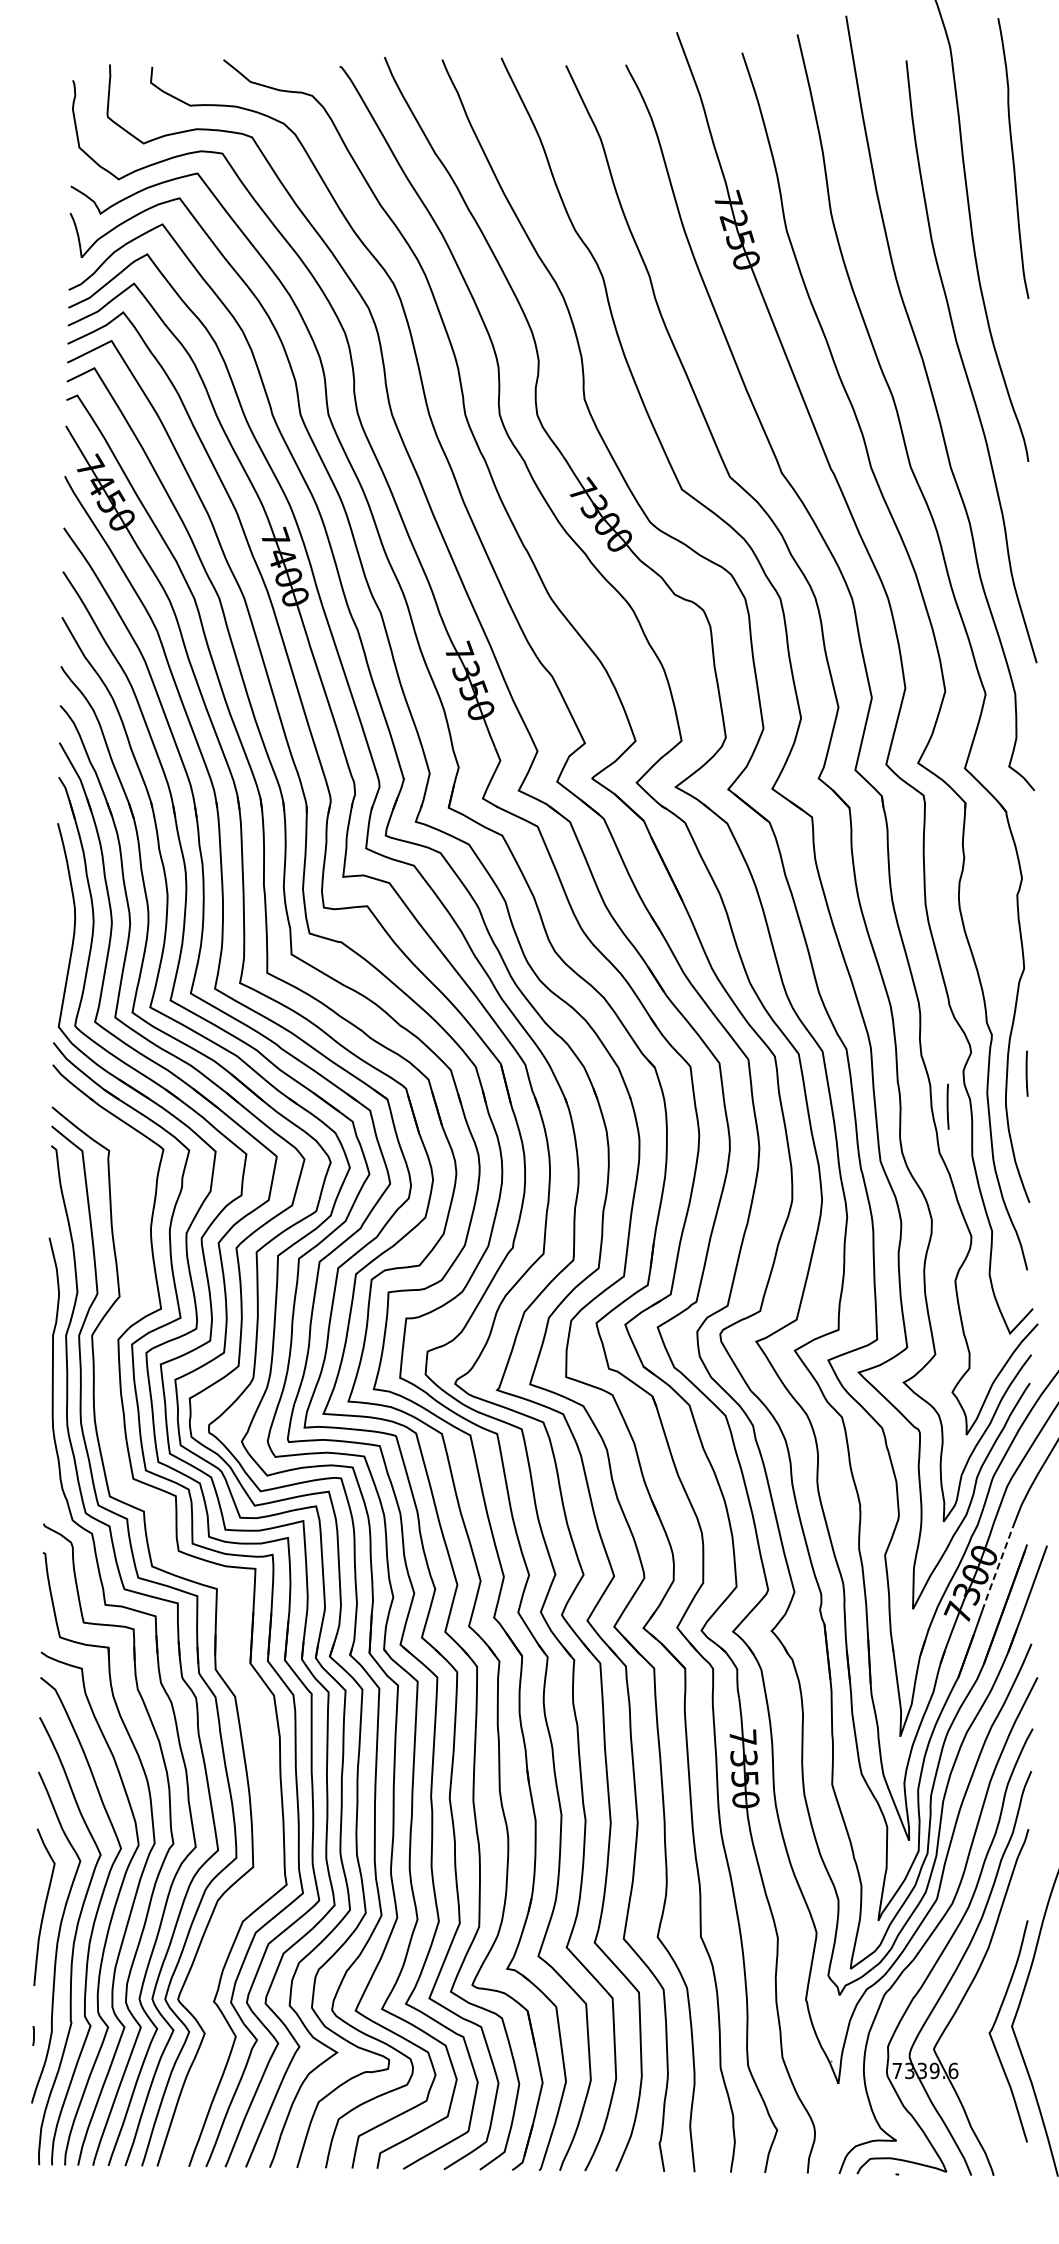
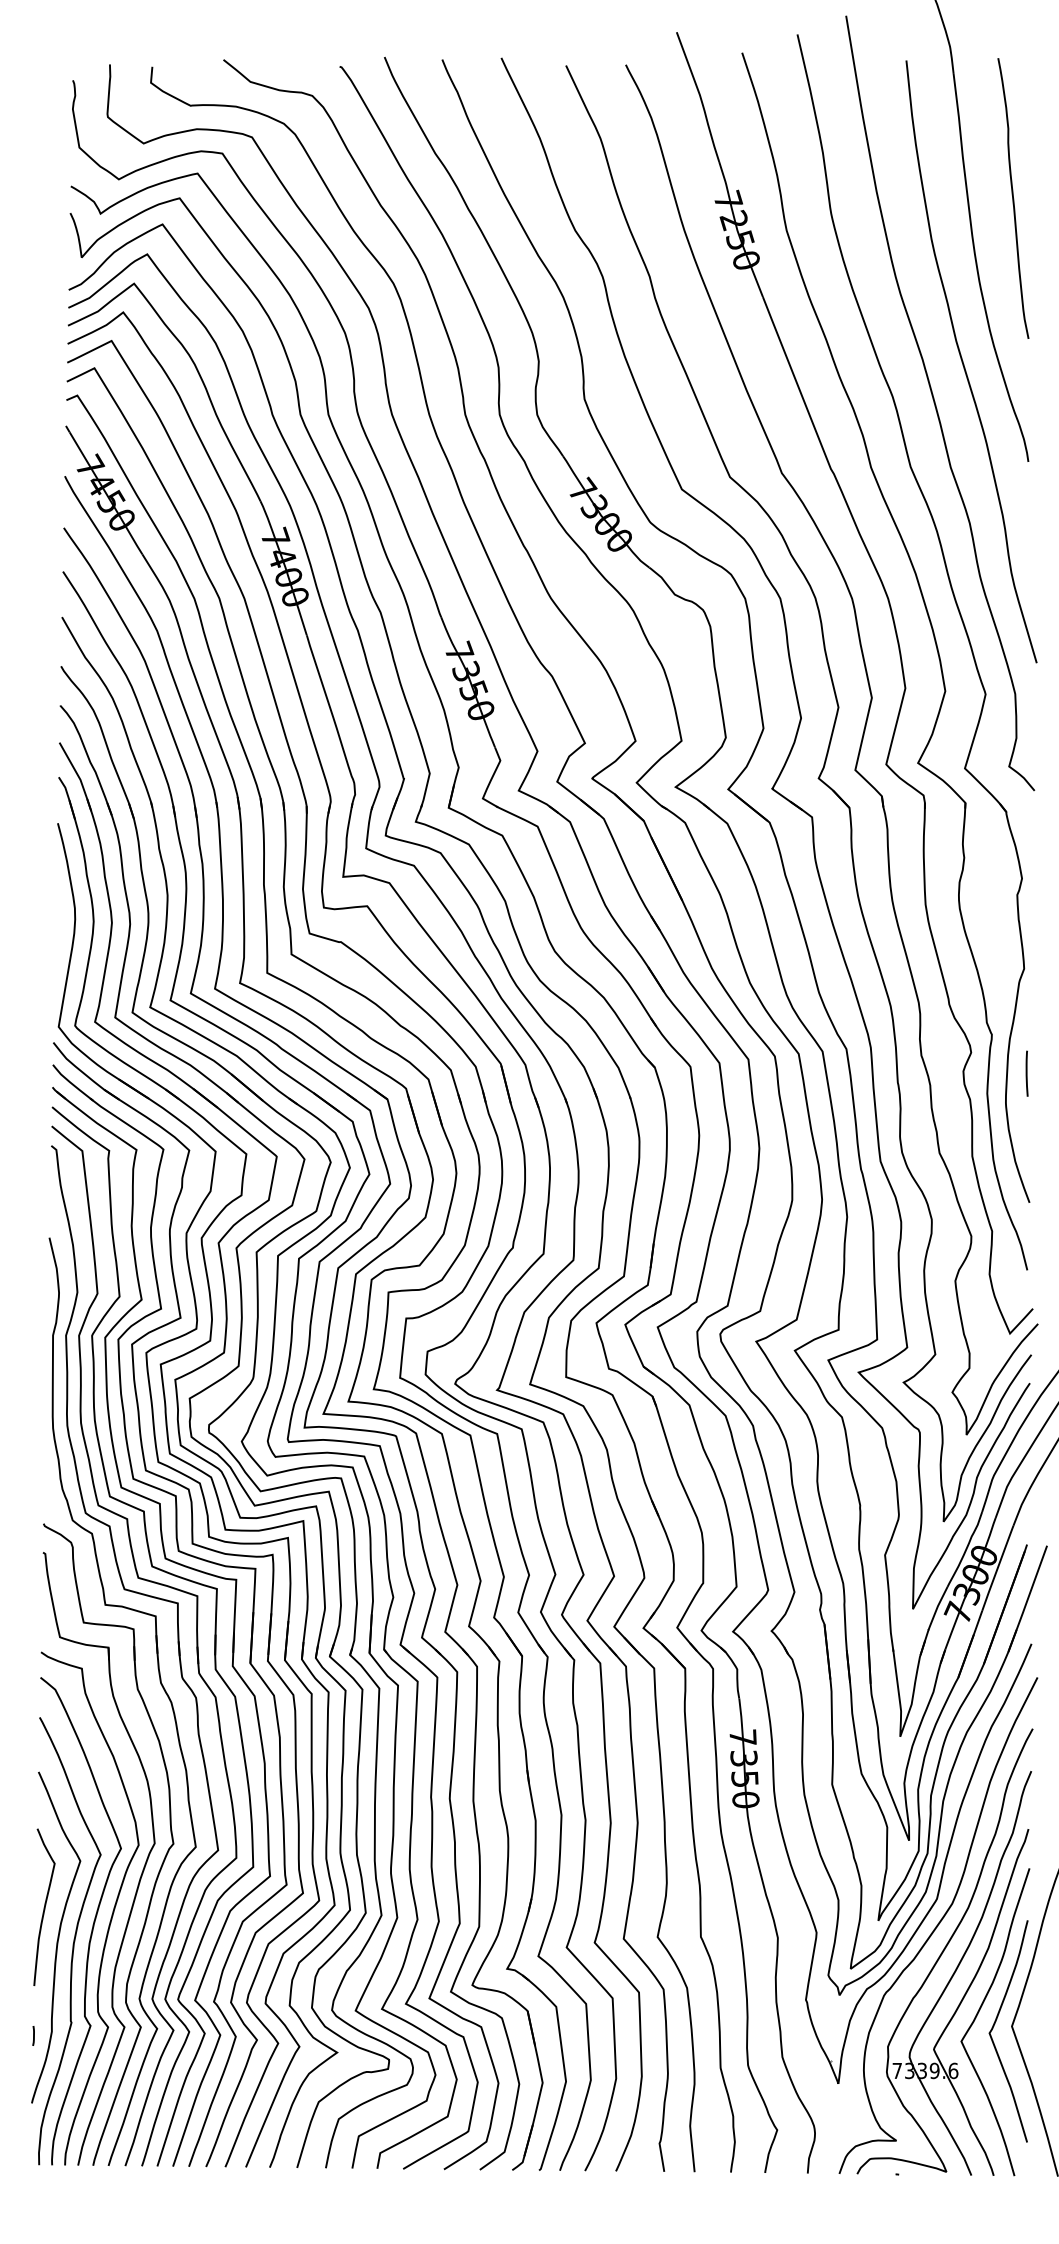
curve at (1013, 158) position: (1013, 158) -> (1013, 198)
line at (947, 1106): present -> none
part at (182, 1566): none -> present
line at (997, 1568): dashed -> solid
curve at (978, 2014): none -> present
